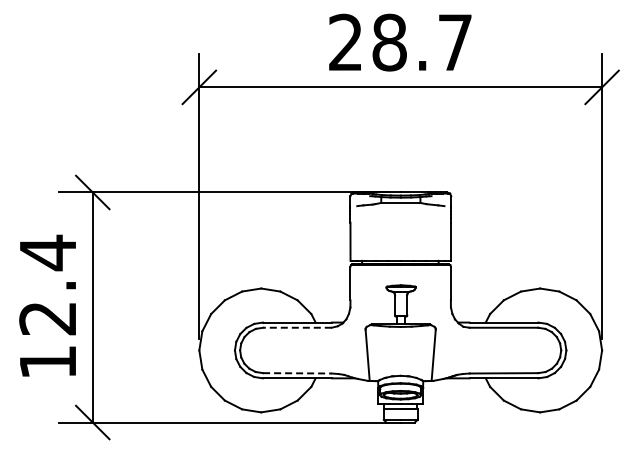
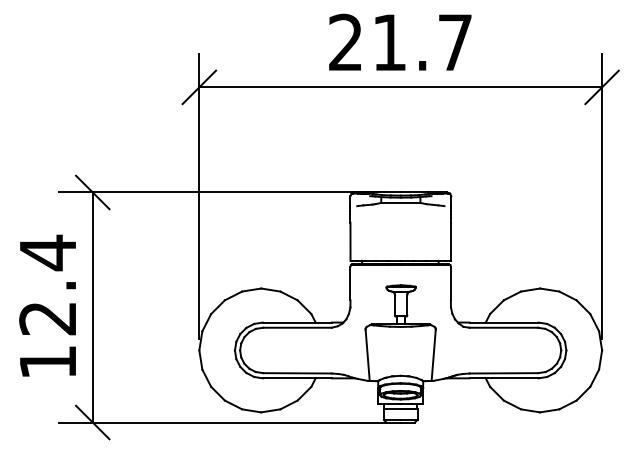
text at (389, 42): 28.7 -> 21.7
line at (297, 327): dashed -> solid
line at (297, 373): dashed -> solid
